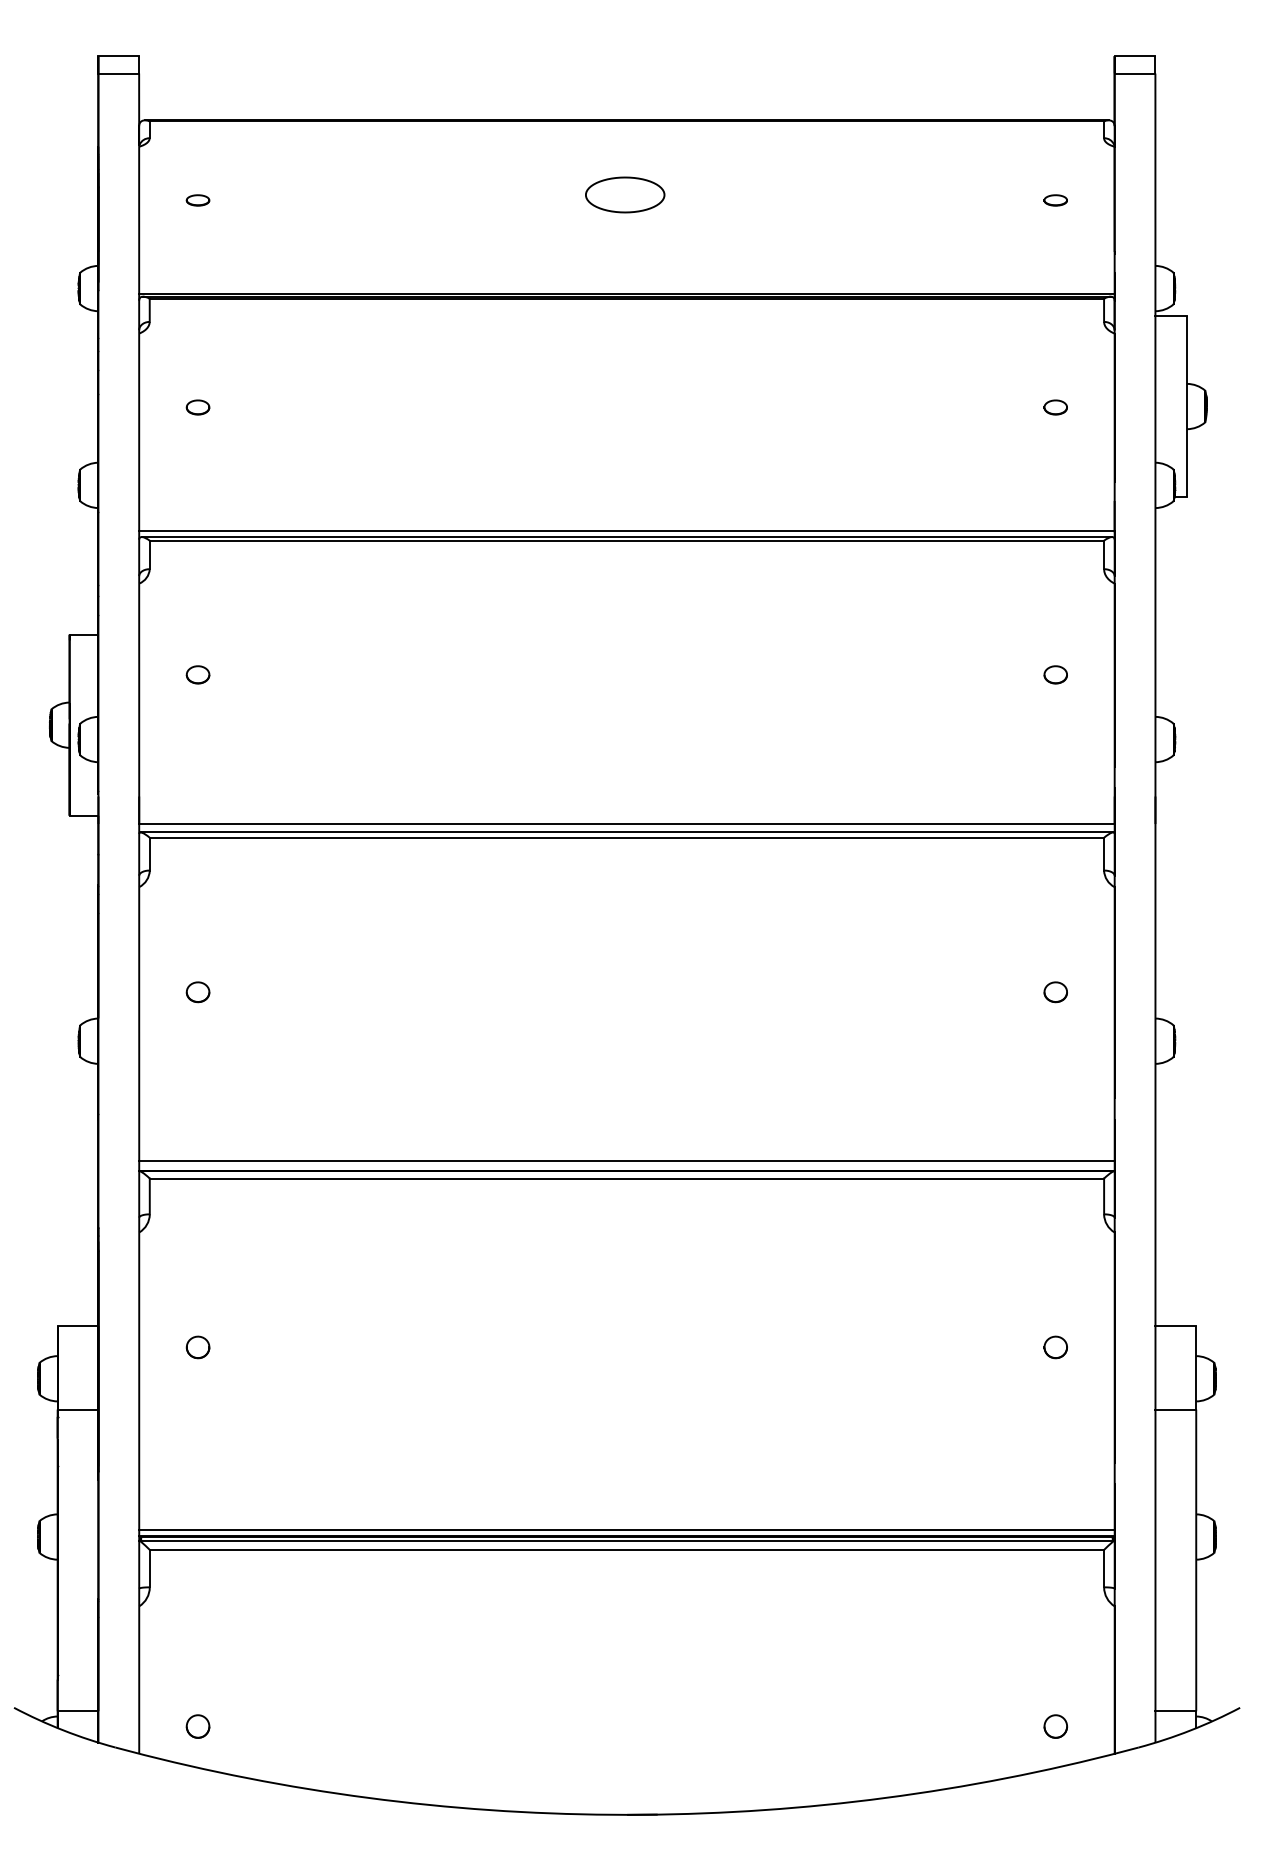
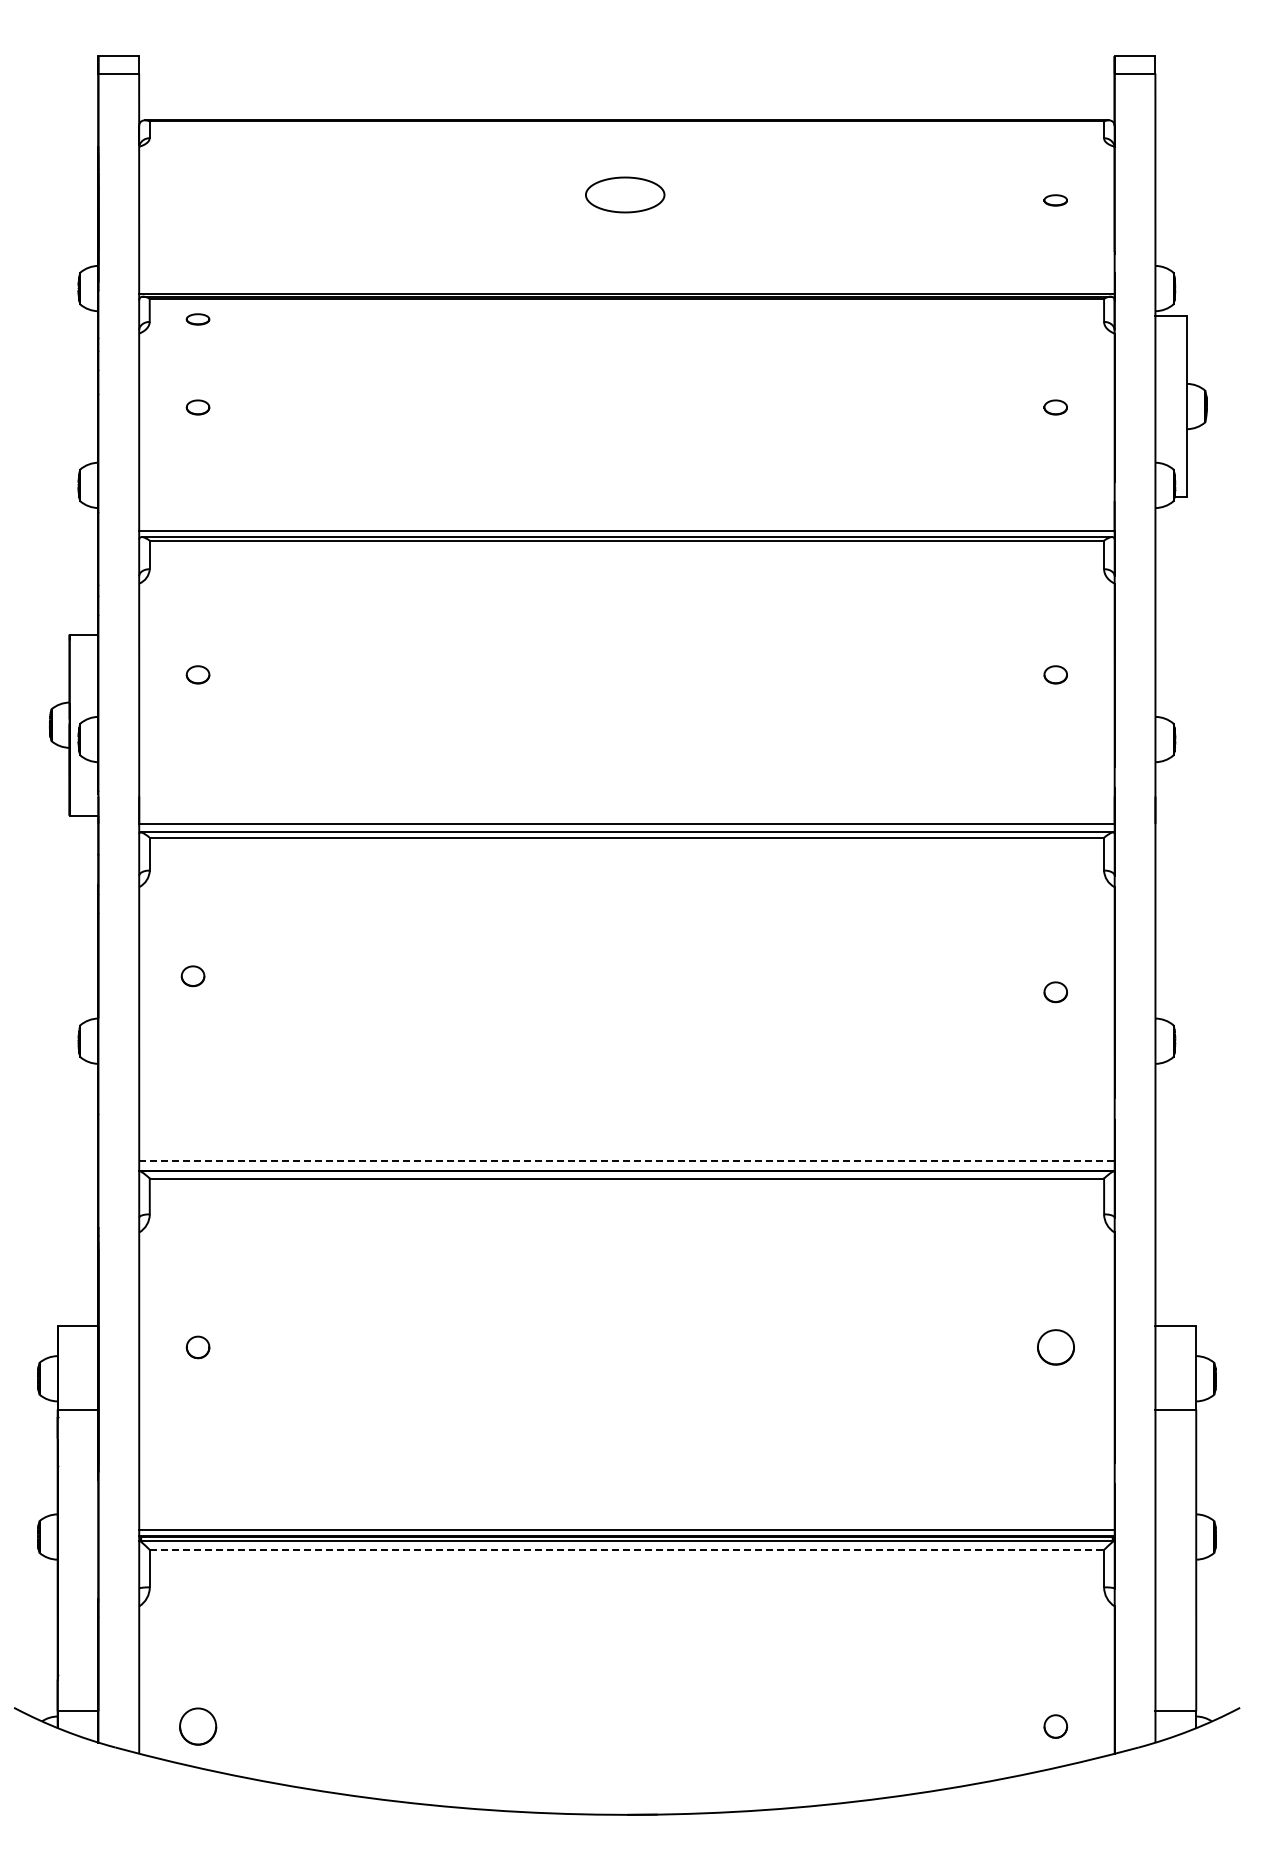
part at (197, 200) position: (197, 200) -> (197, 319)
part at (197, 992) position: (197, 992) -> (192, 976)
line at (626, 1161): solid -> dashed
part at (1055, 1347) size: 25x25 px -> 38x37 px
line at (627, 1549): solid -> dashed
part at (197, 1726) size: 26x25 px -> 39x39 px
